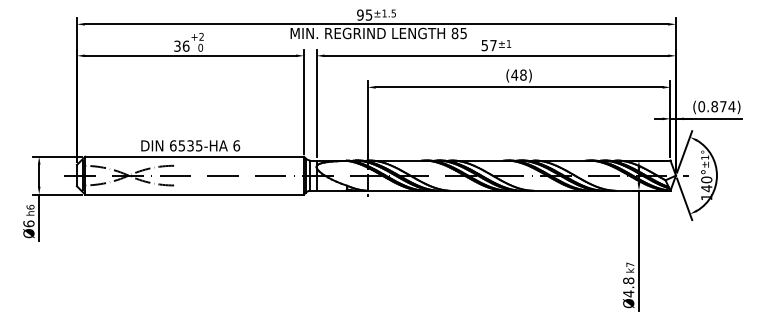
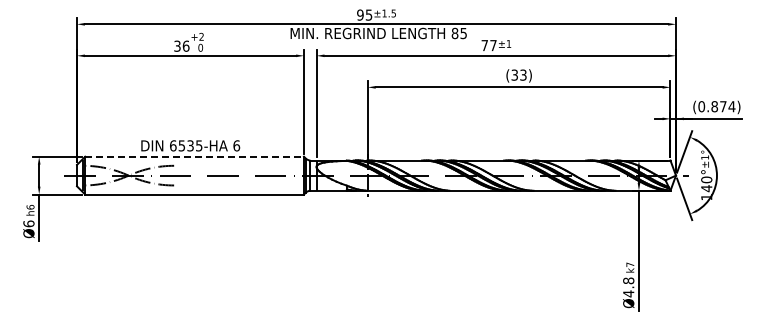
text at (484, 45): 57 -> 77
text at (518, 74): (48) -> (33)
line at (195, 156): solid -> dashed
